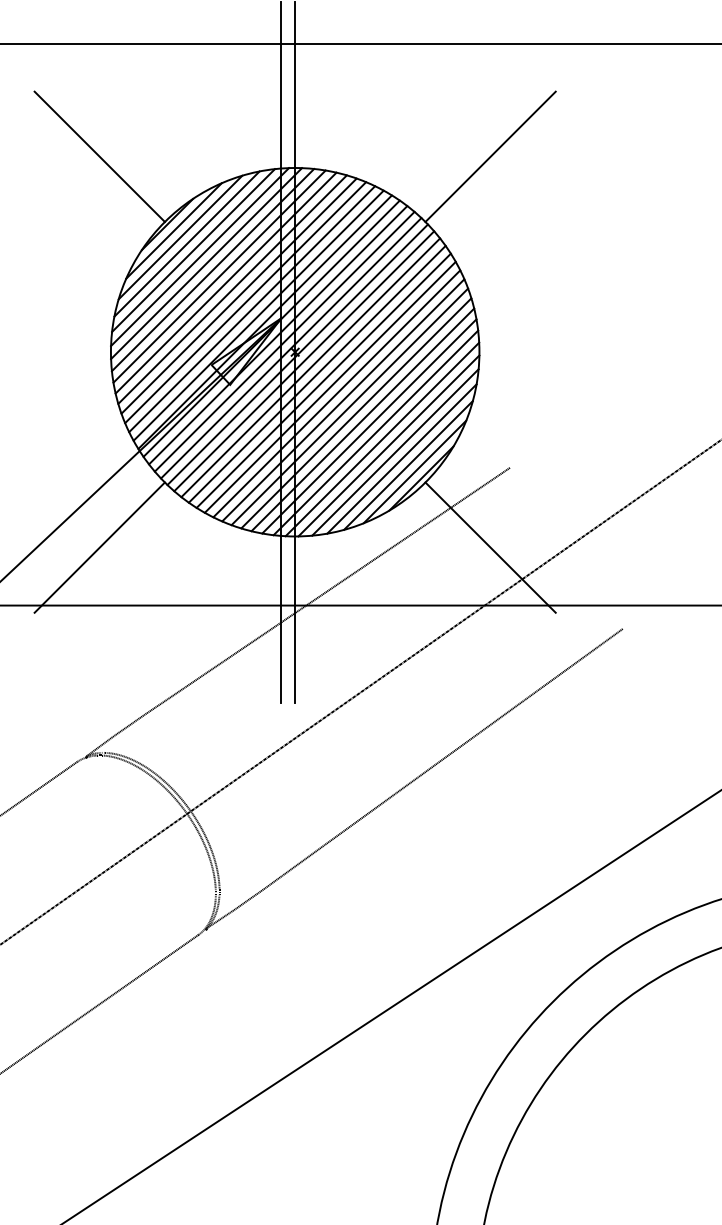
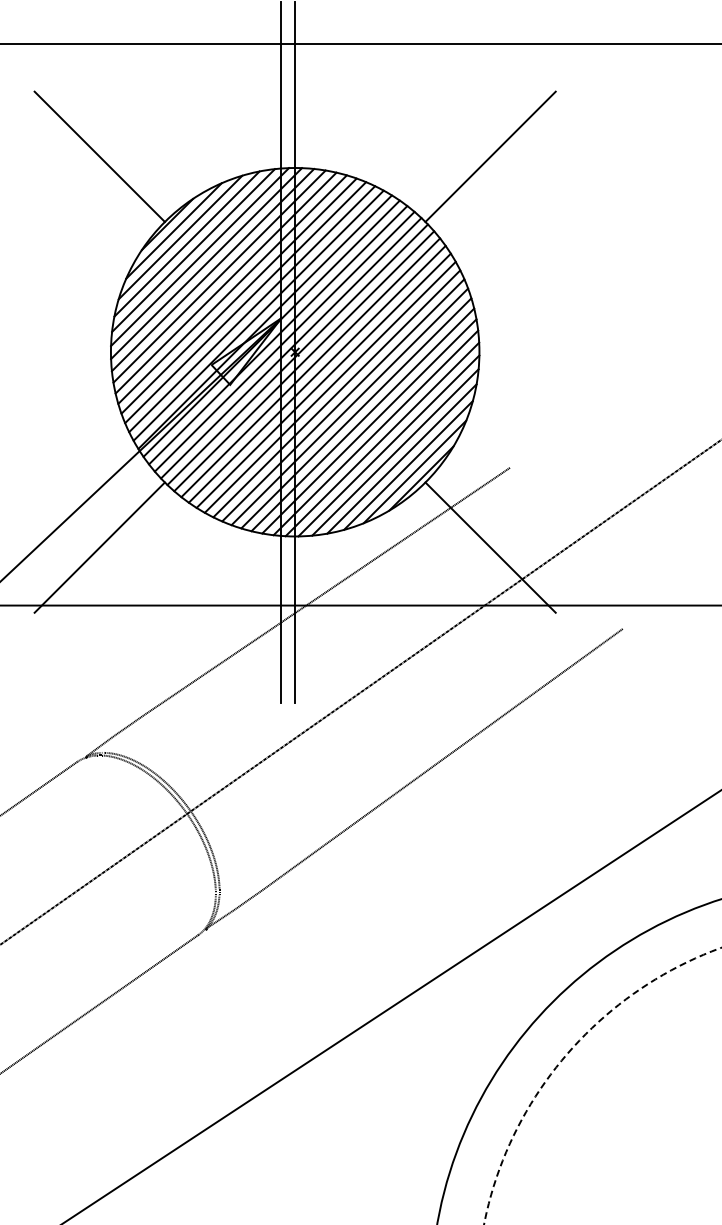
circle at (602, 1085): solid -> dashed
